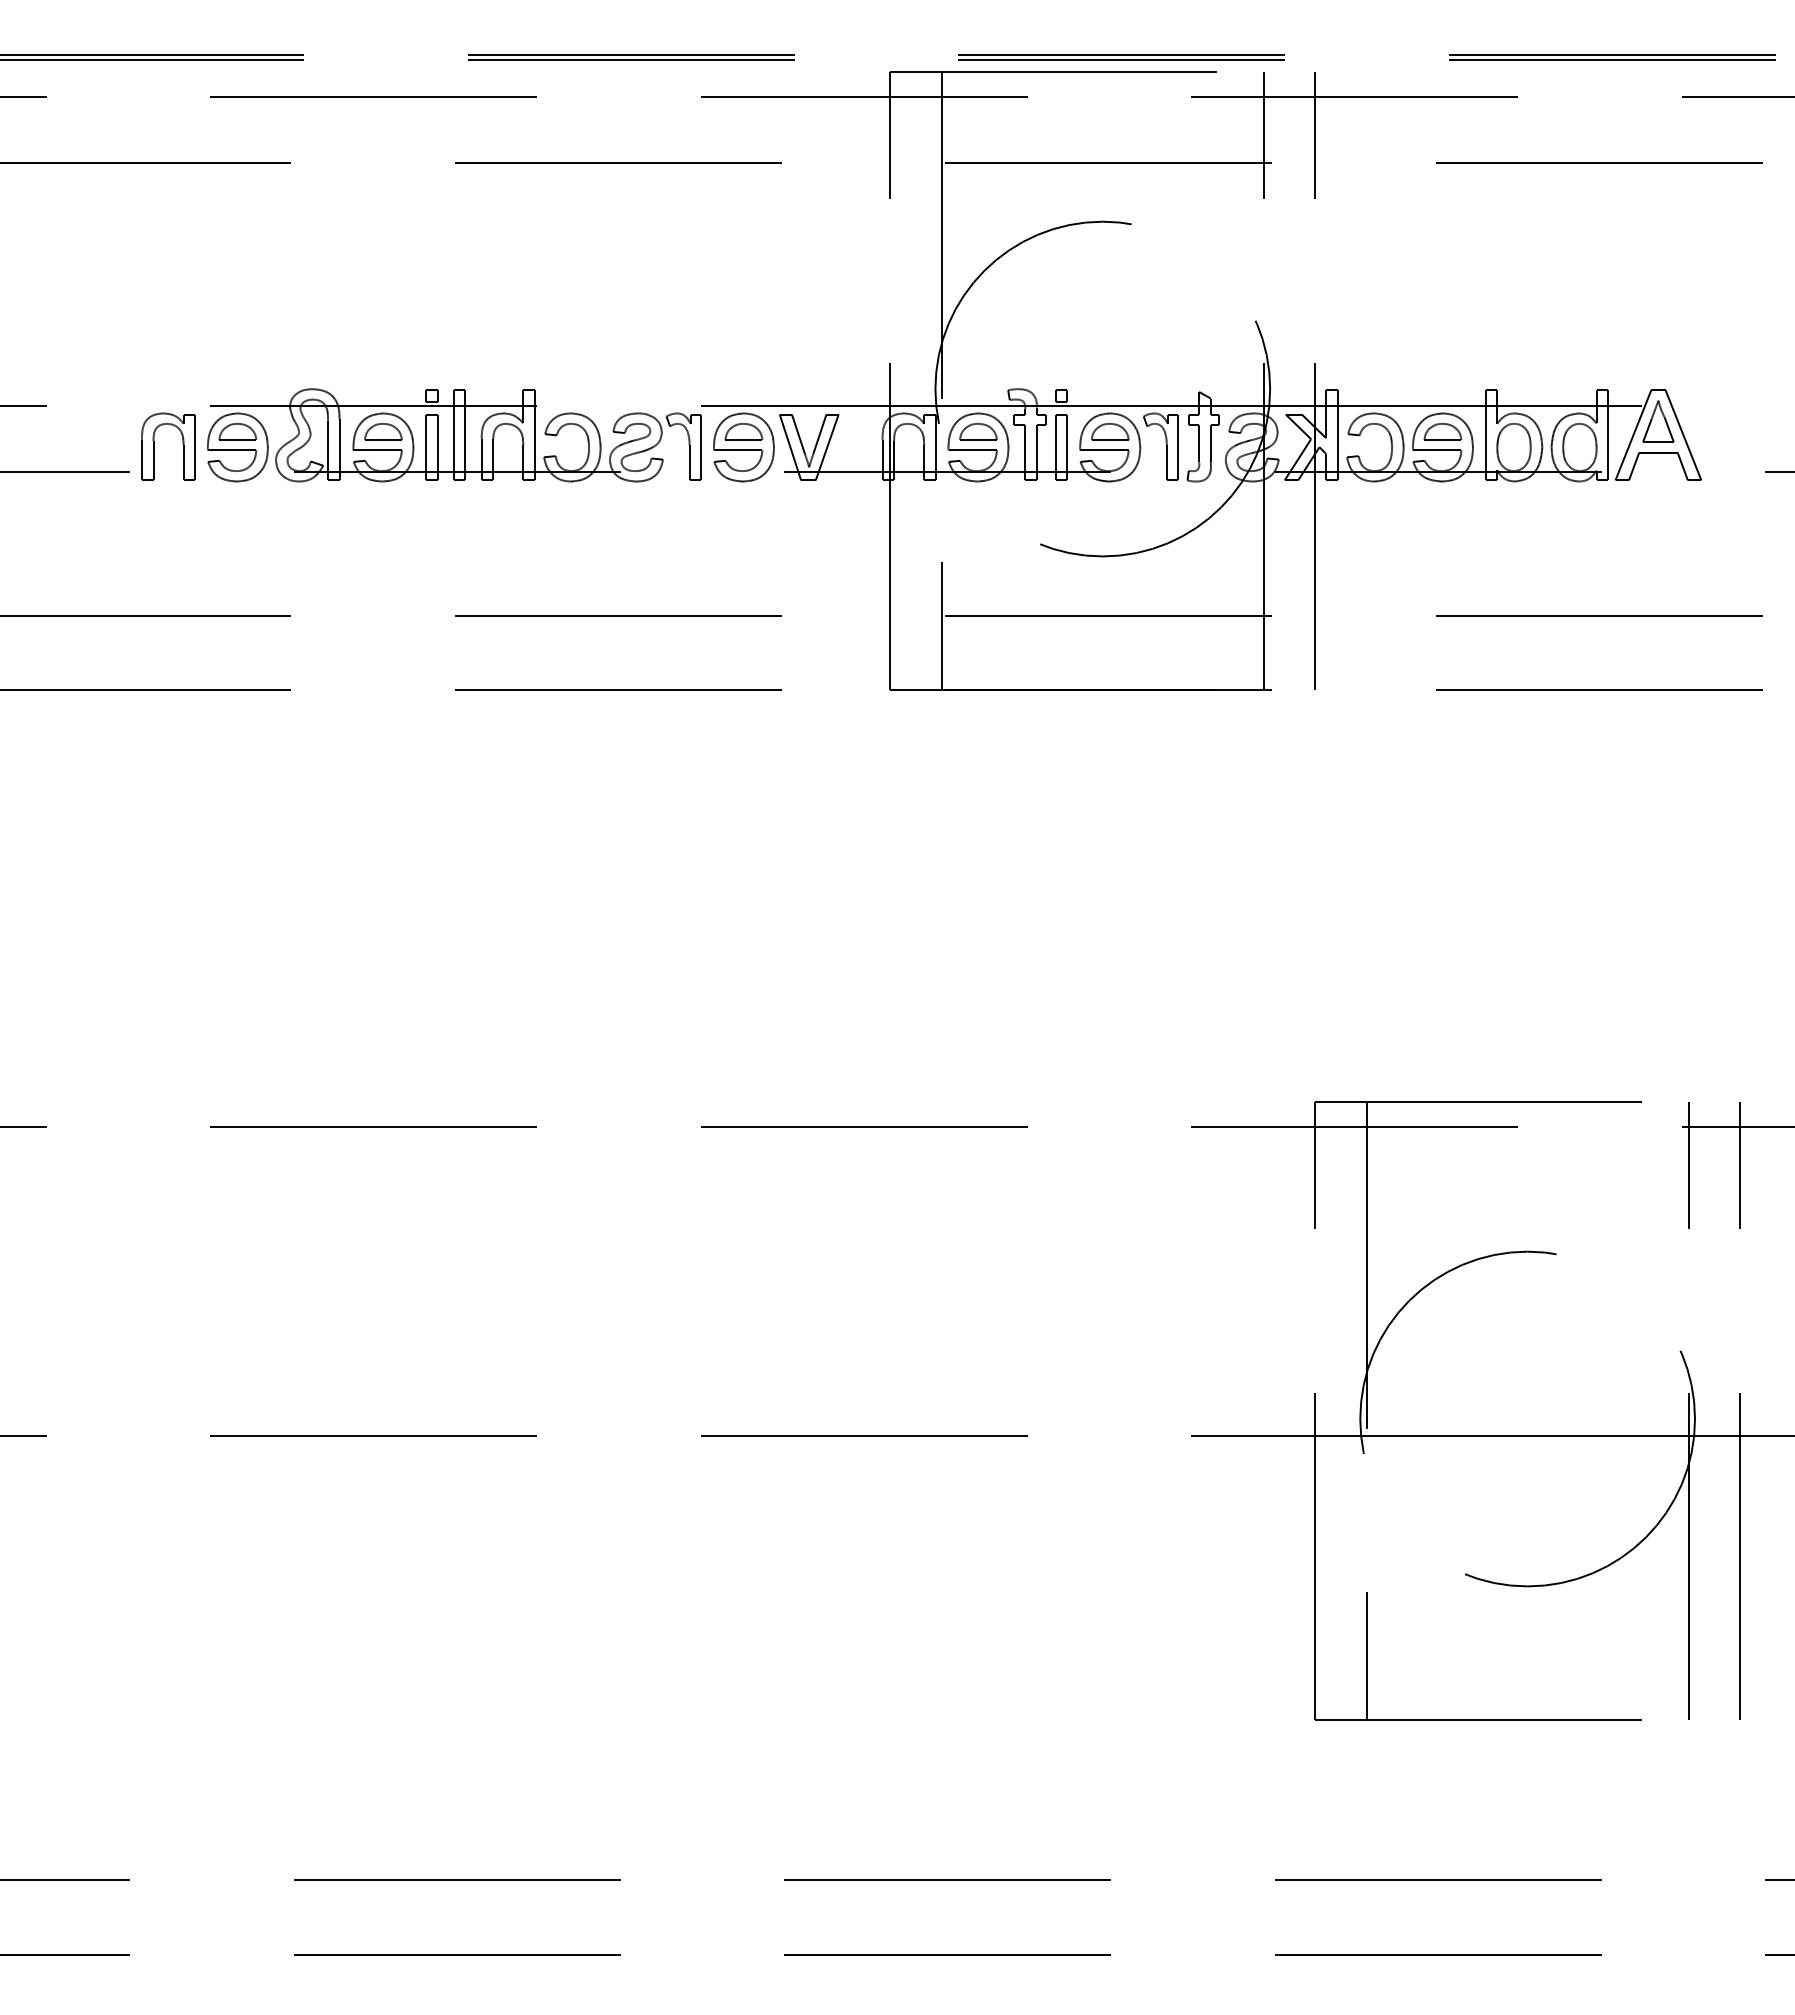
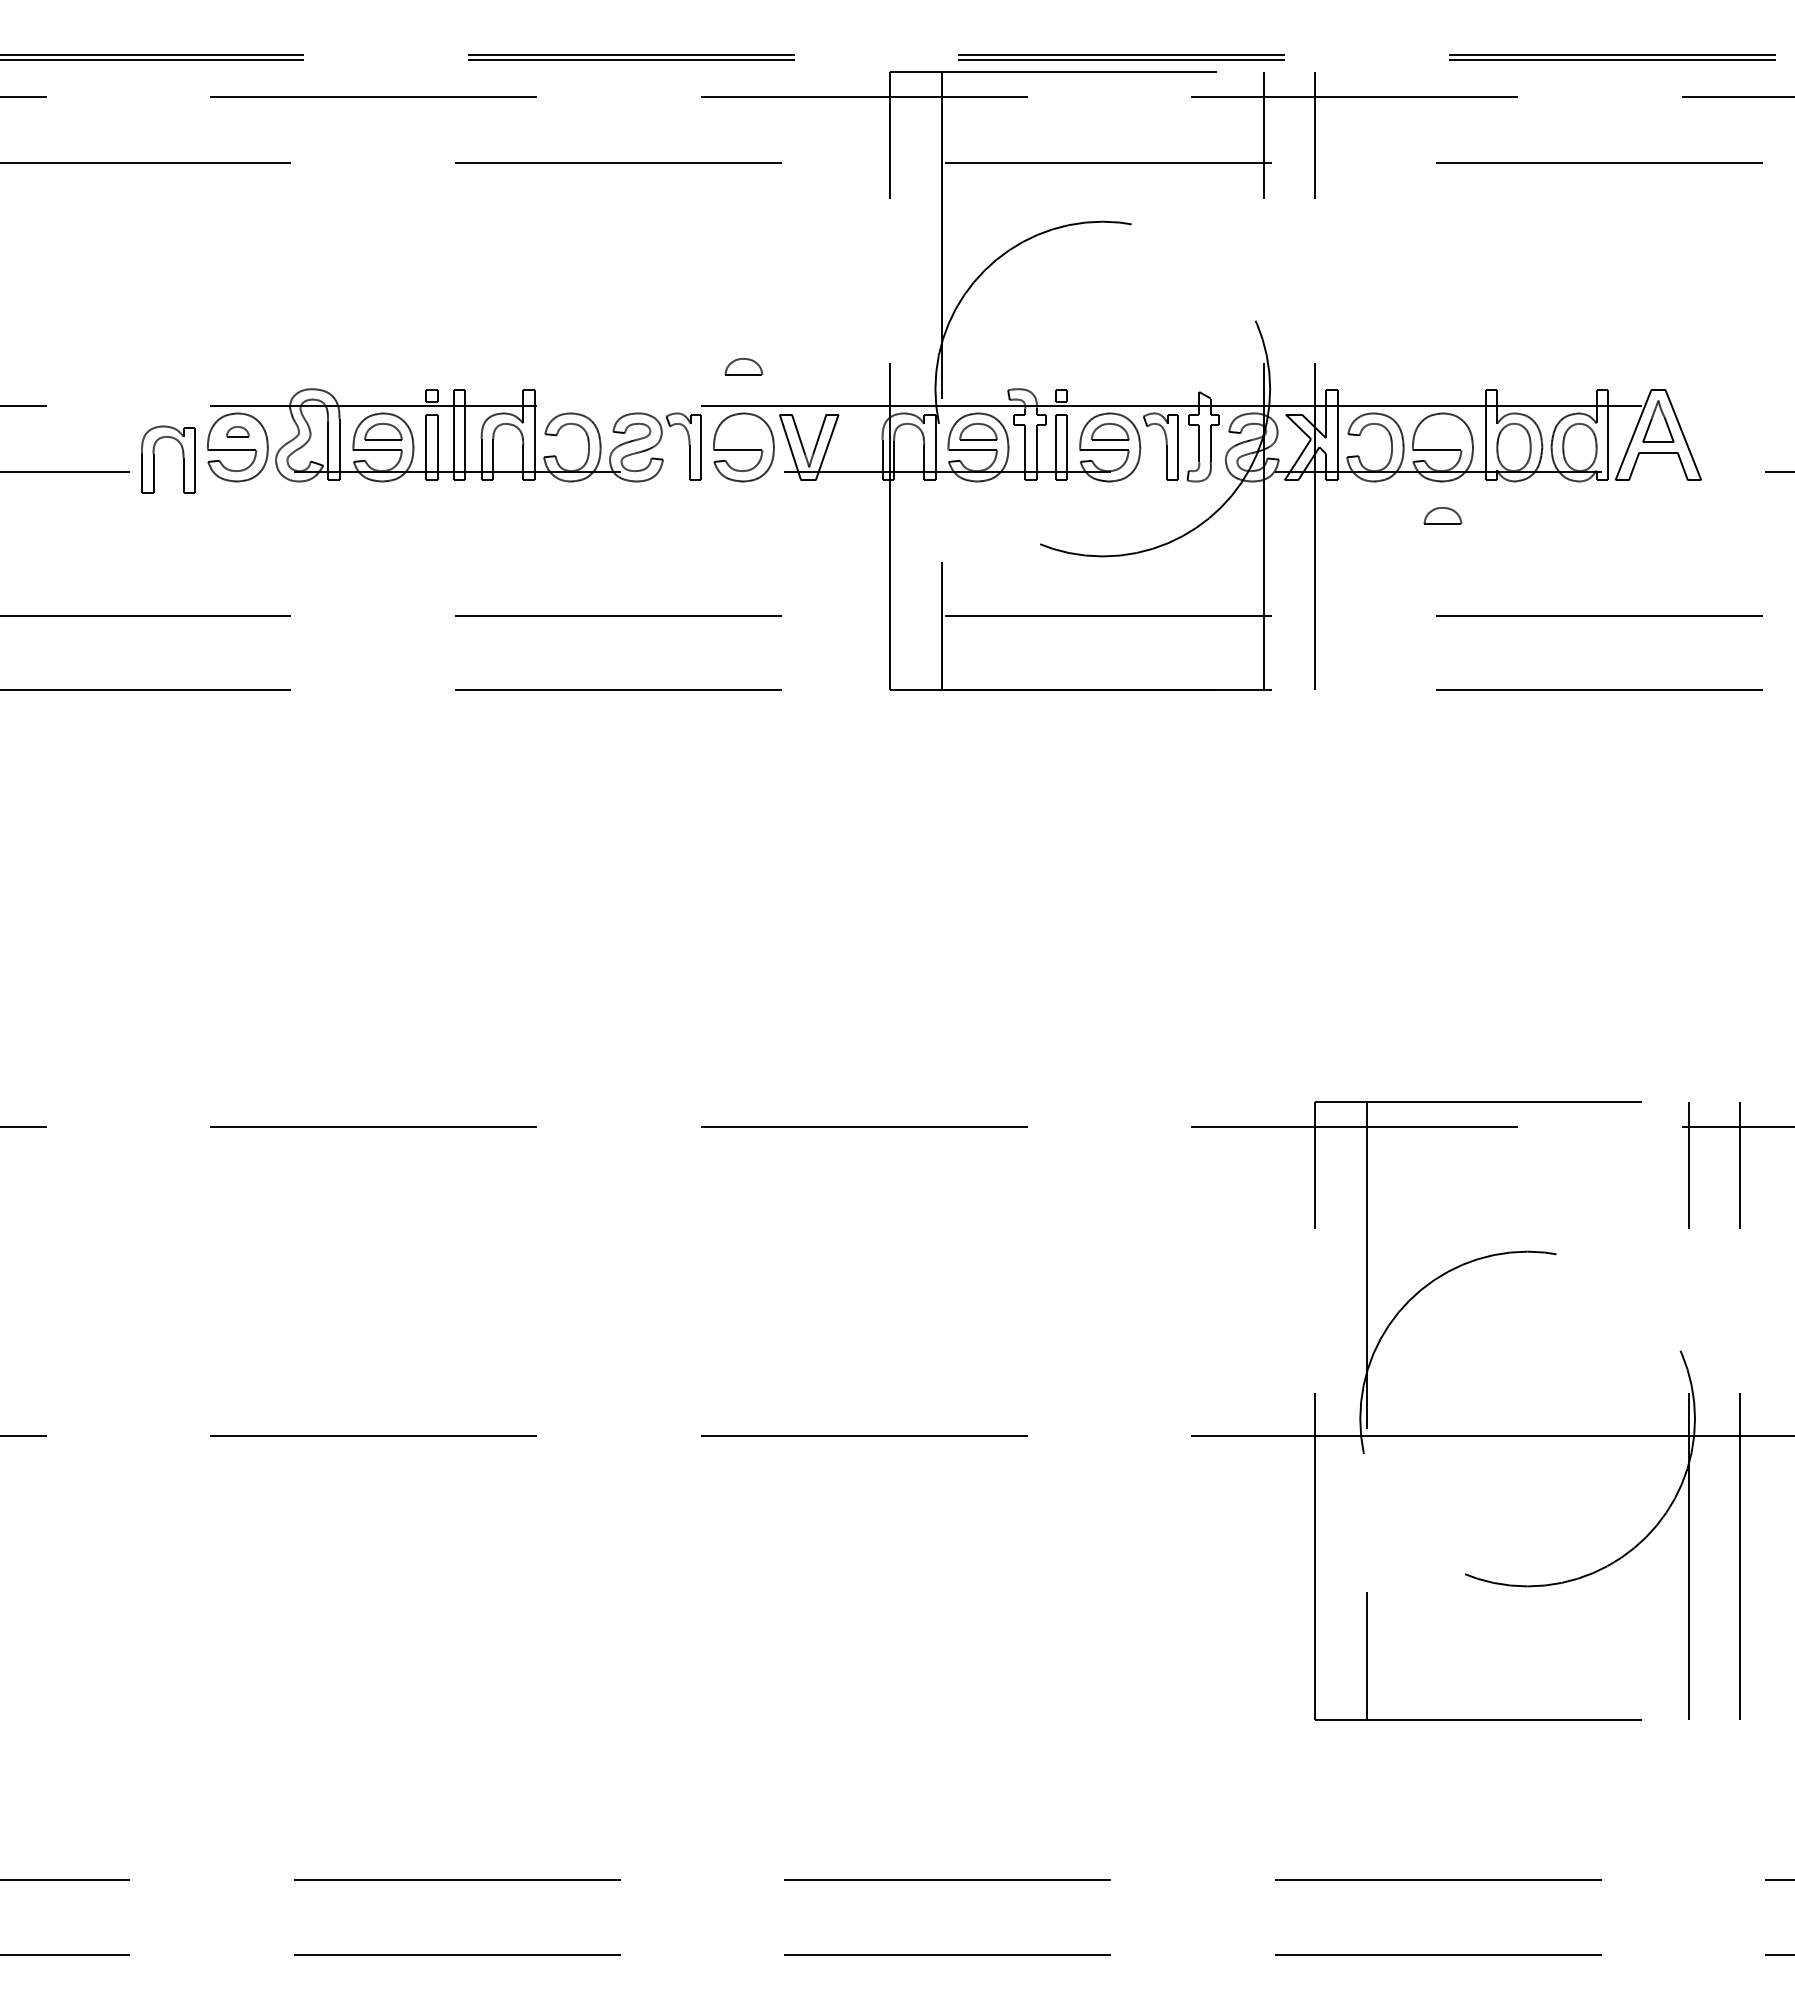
part at (237, 431) size: 40x19 px -> 24x12 px
part at (743, 431) position: (743, 431) -> (743, 366)
part at (1442, 431) position: (1442, 431) -> (1442, 515)
part at (154, 446) position: (154, 446) -> (154, 459)
